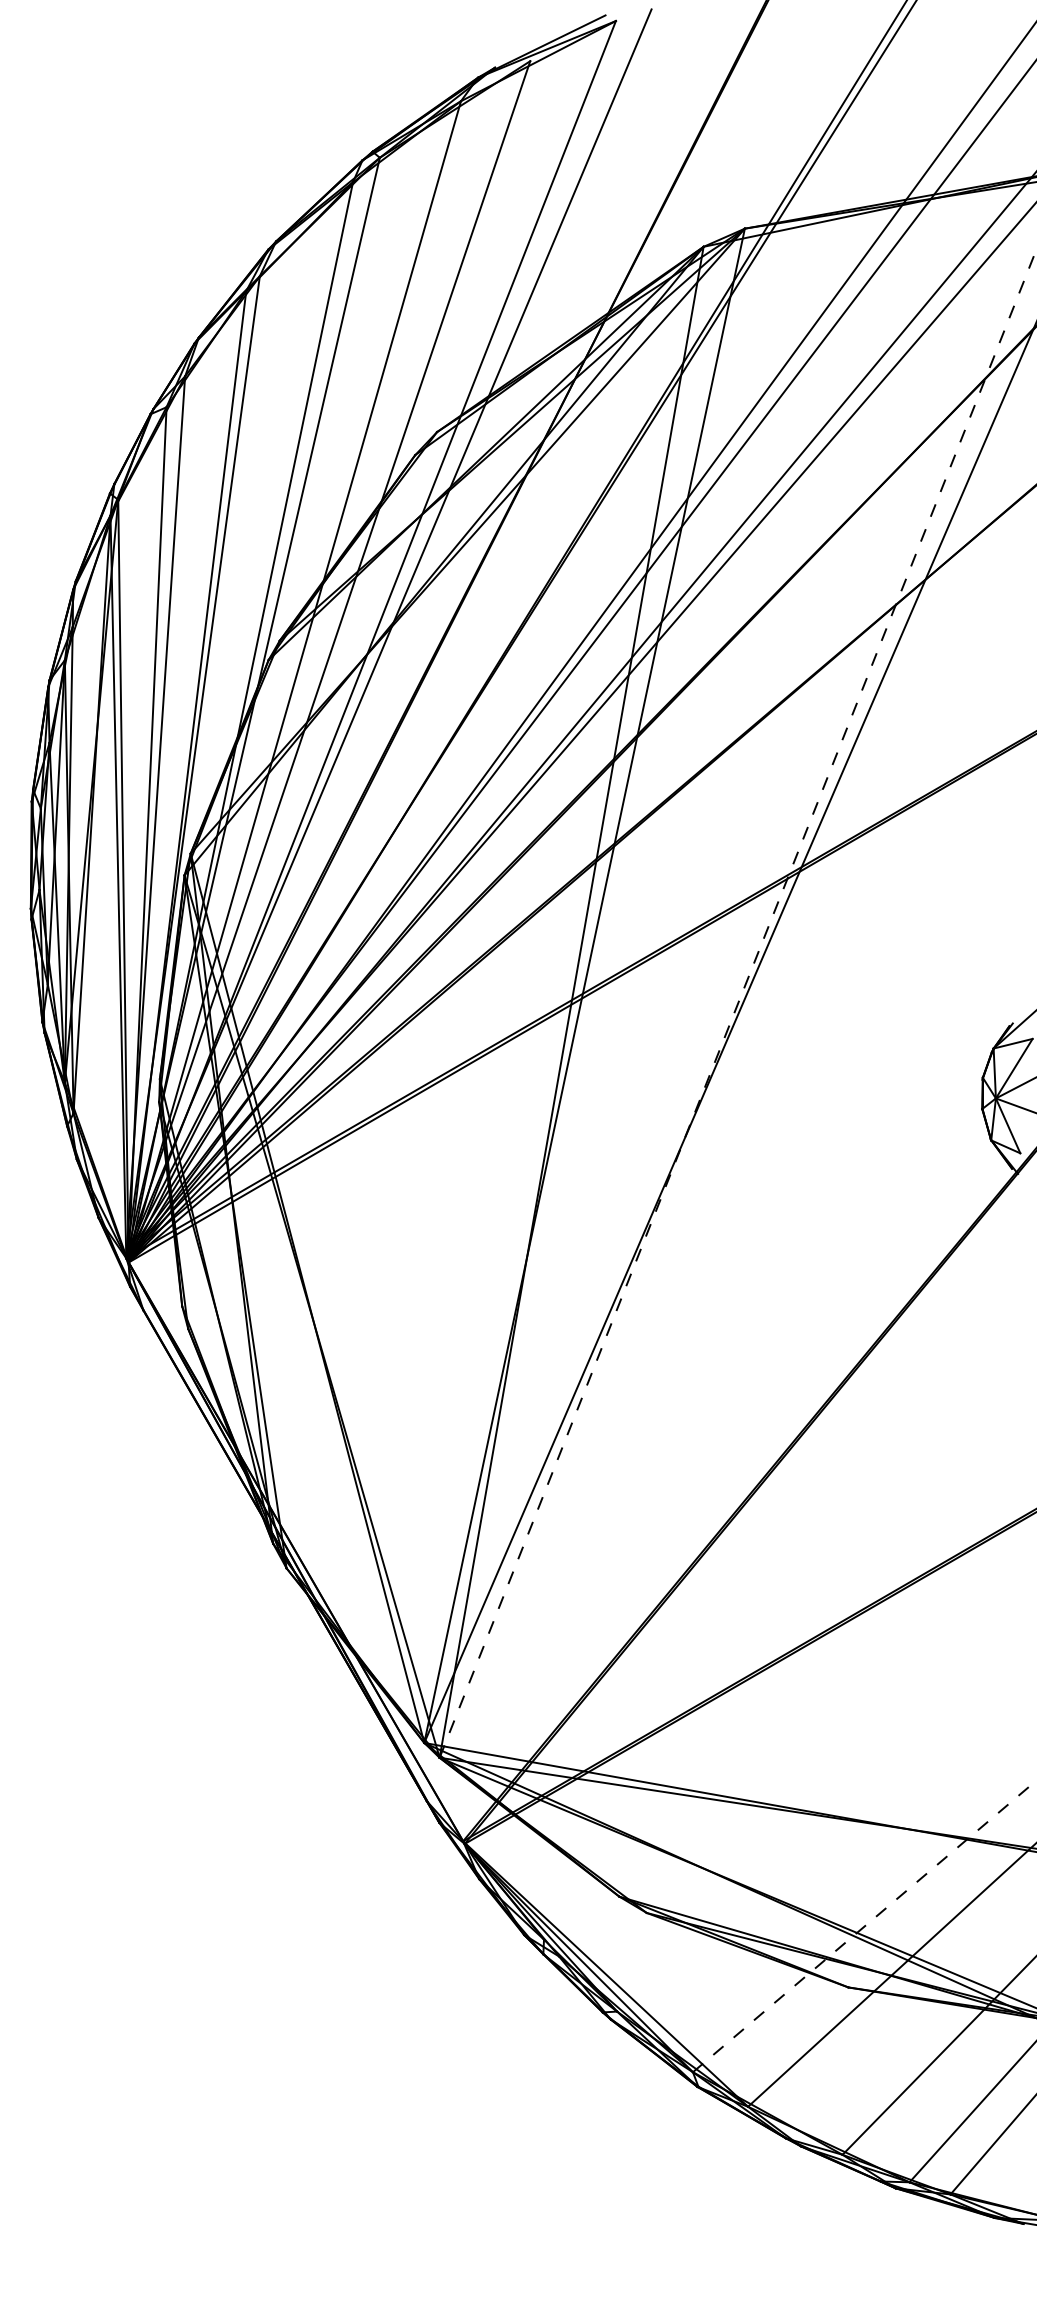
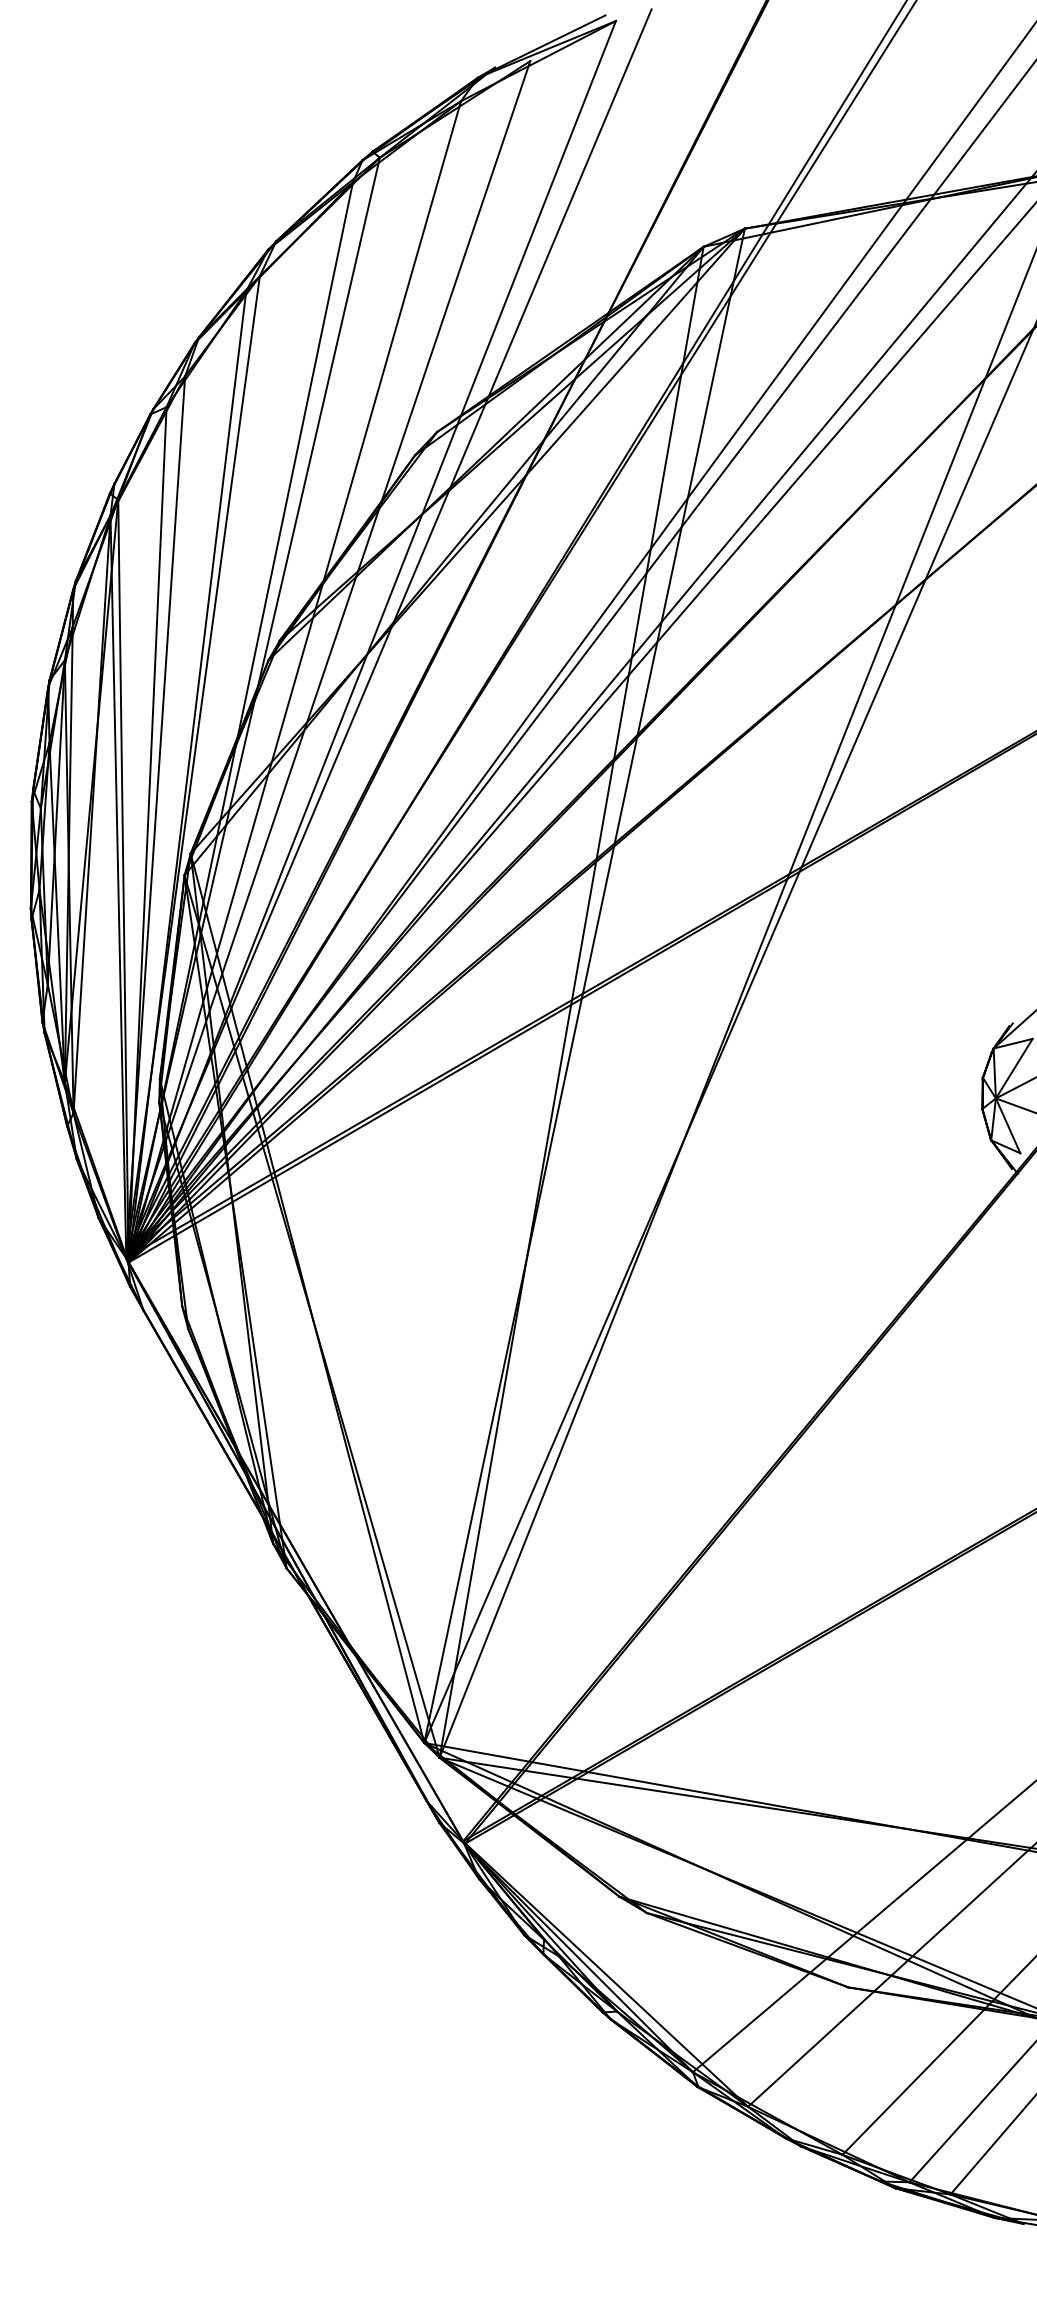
line at (738, 1002): dashed -> solid
line at (865, 1925): dashed -> solid
